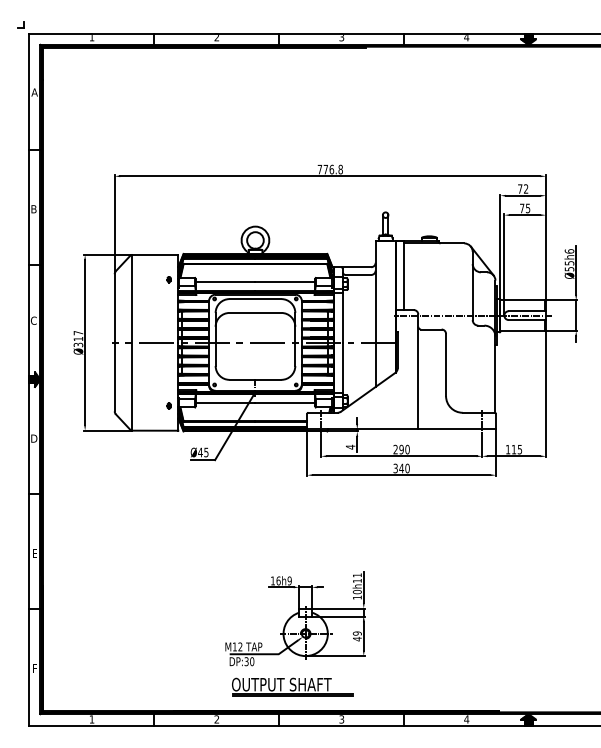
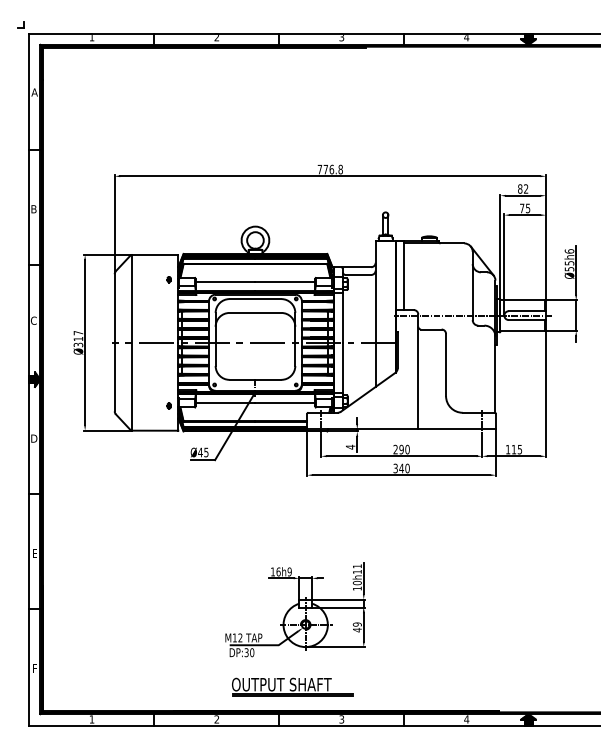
text at (520, 188): 72 -> 82
part at (295, 618) position: (295, 618) -> (295, 609)
